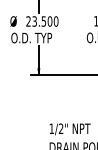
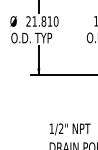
text at (42, 21): 23.500 -> 21.810
